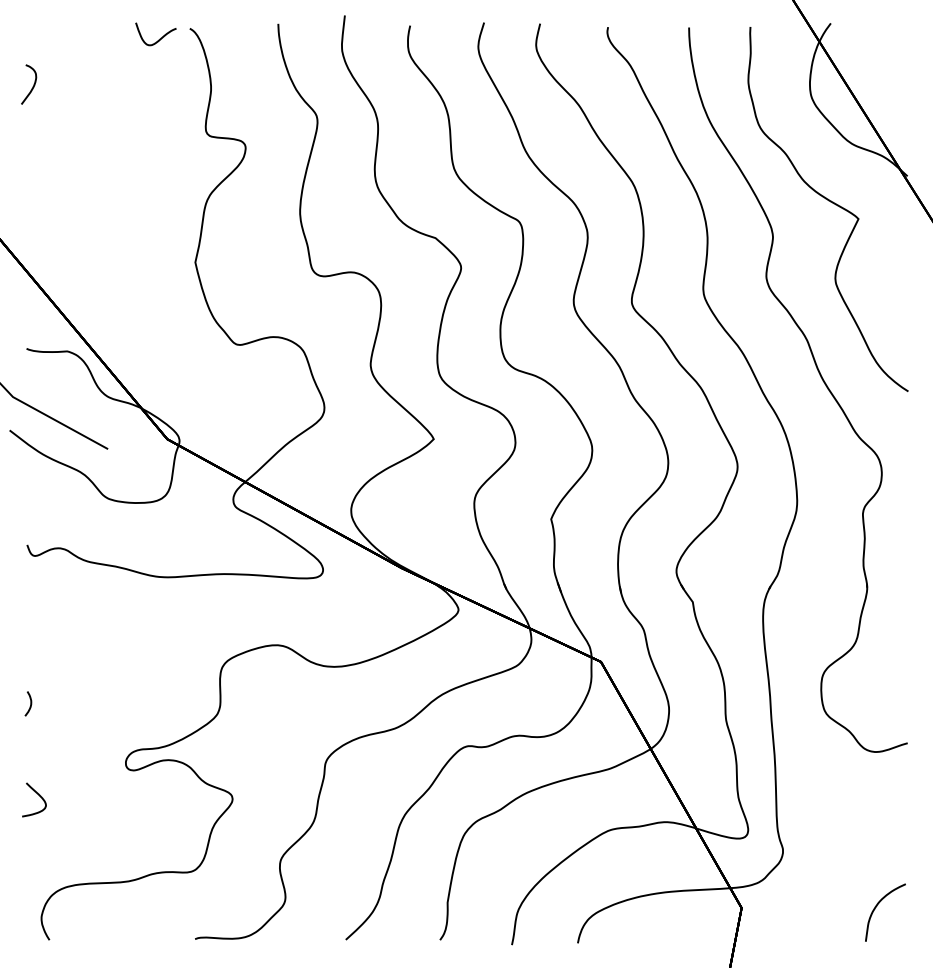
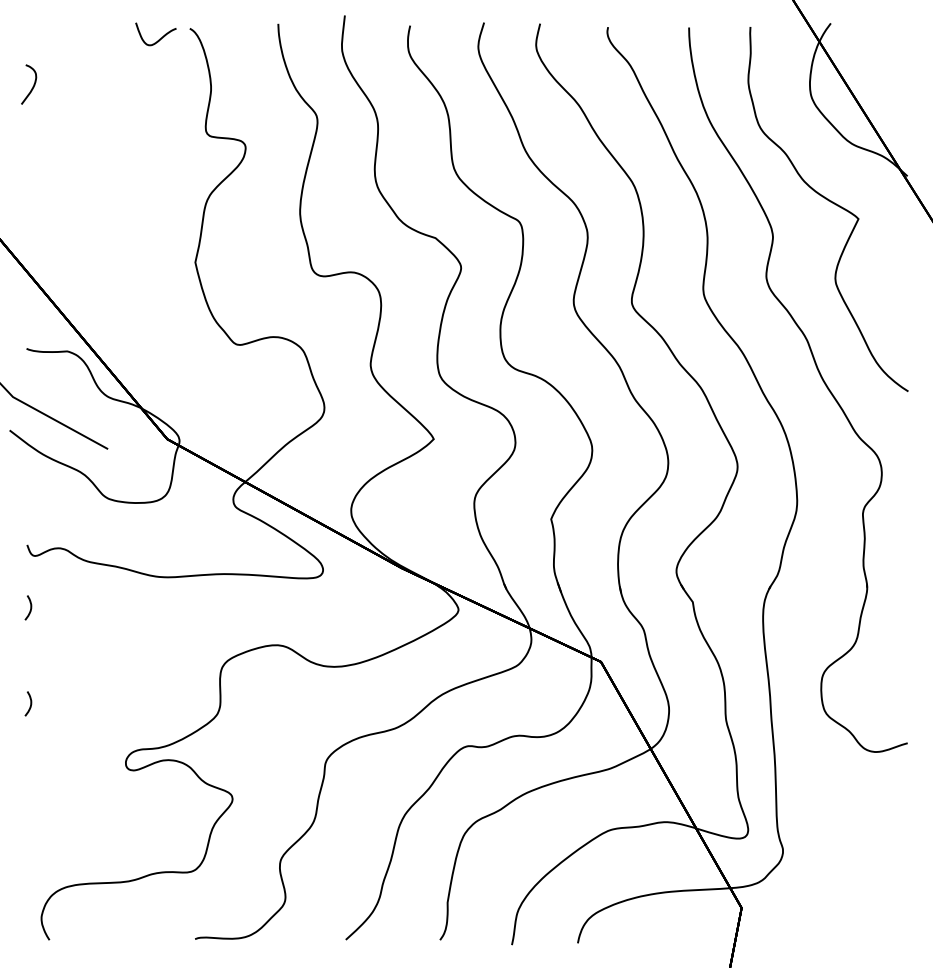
curve at (30, 607): none -> present
curve at (38, 795): present -> none
curve at (877, 906): present -> none
